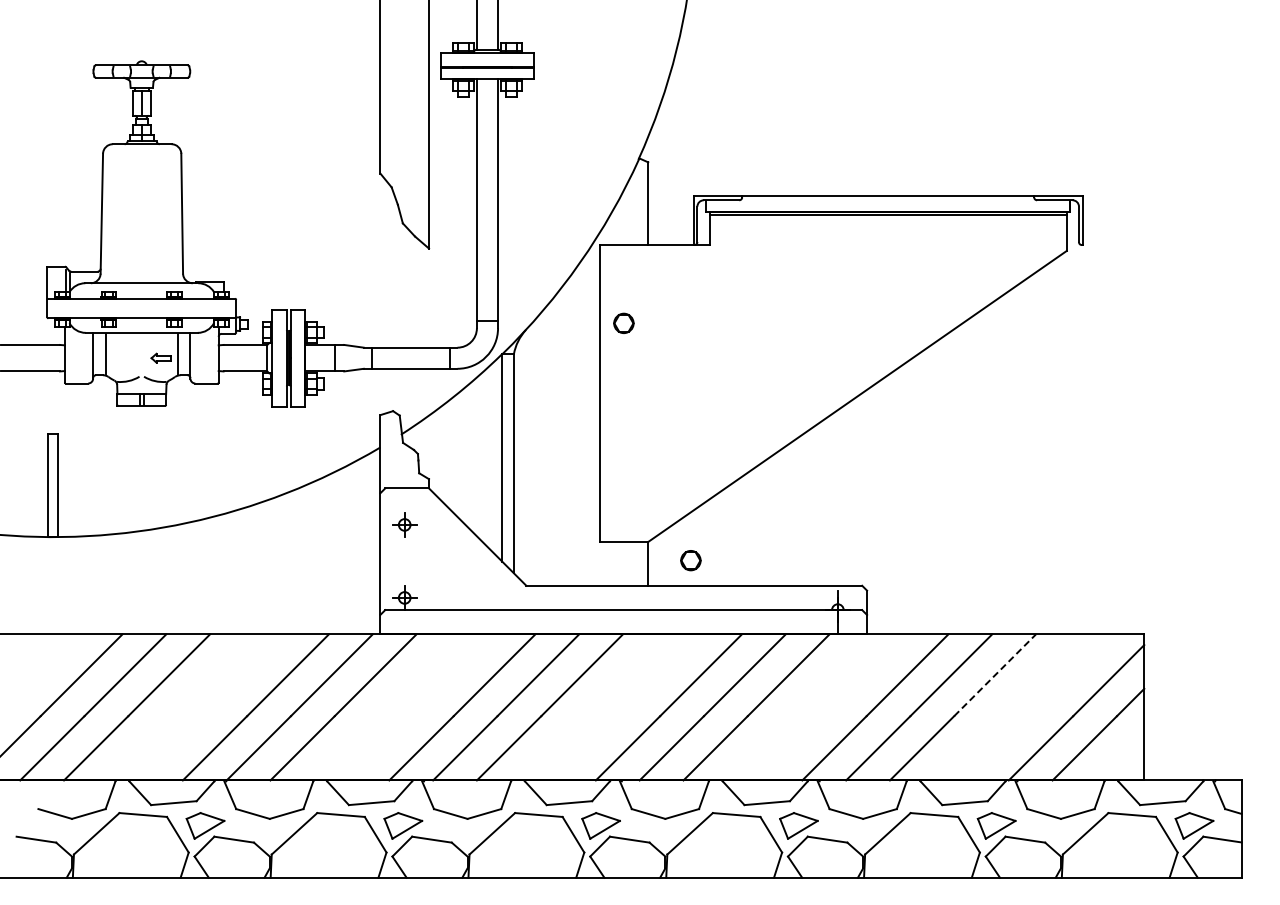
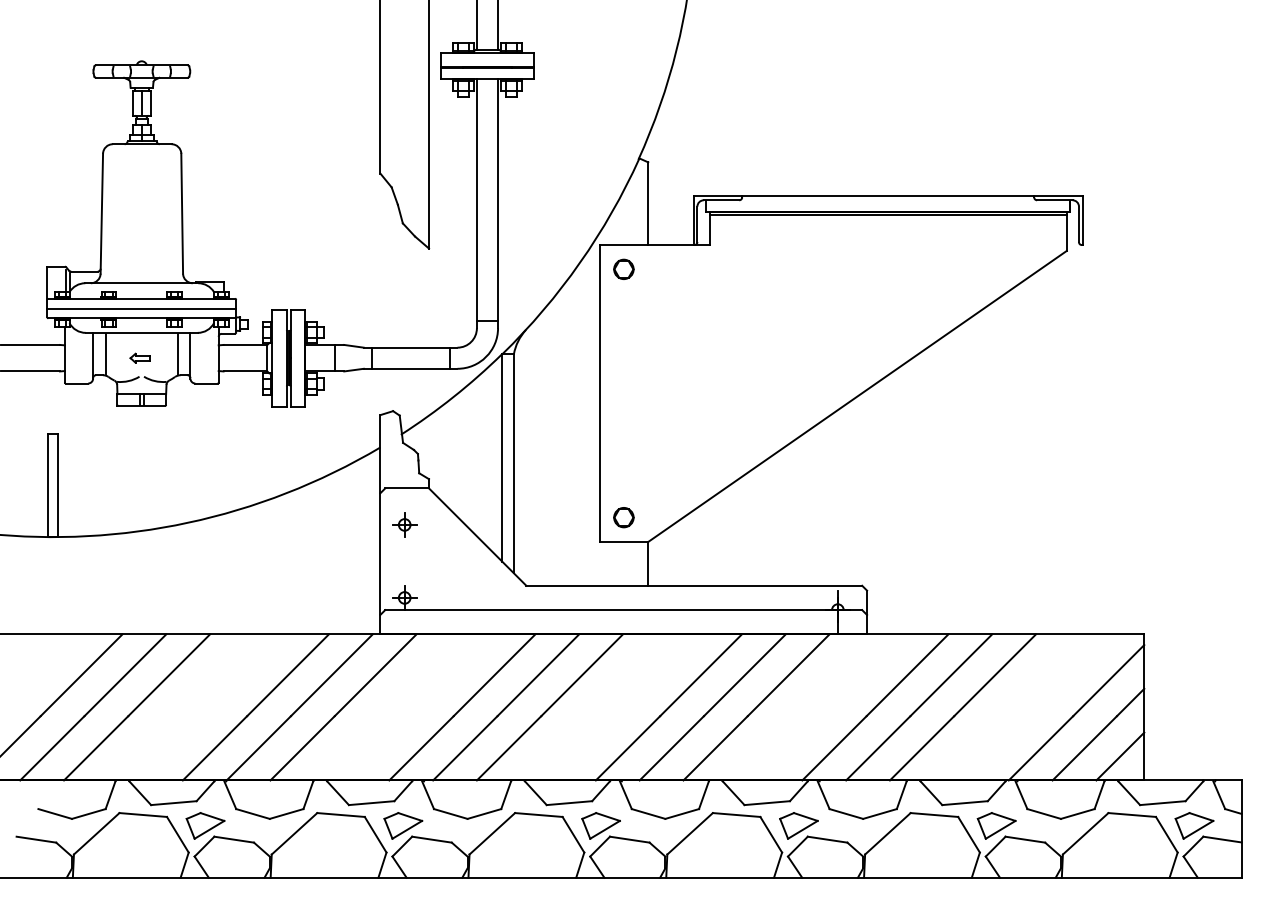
line at (141, 308): none -> present
circle at (623, 322) position: (623, 322) -> (623, 268)
part at (160, 357) position: (160, 357) -> (139, 357)
circle at (690, 560) position: (690, 560) -> (623, 517)
line at (995, 675): dashed -> solid
line at (1120, 756): none -> present
